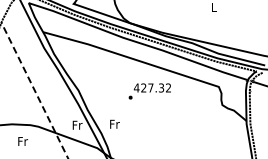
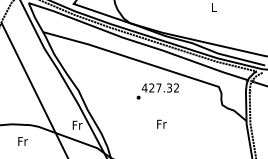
line at (34, 90): dashed -> solid
text at (149, 91) position: (149, 91) -> (157, 91)
text at (114, 123) position: (114, 123) -> (161, 123)
